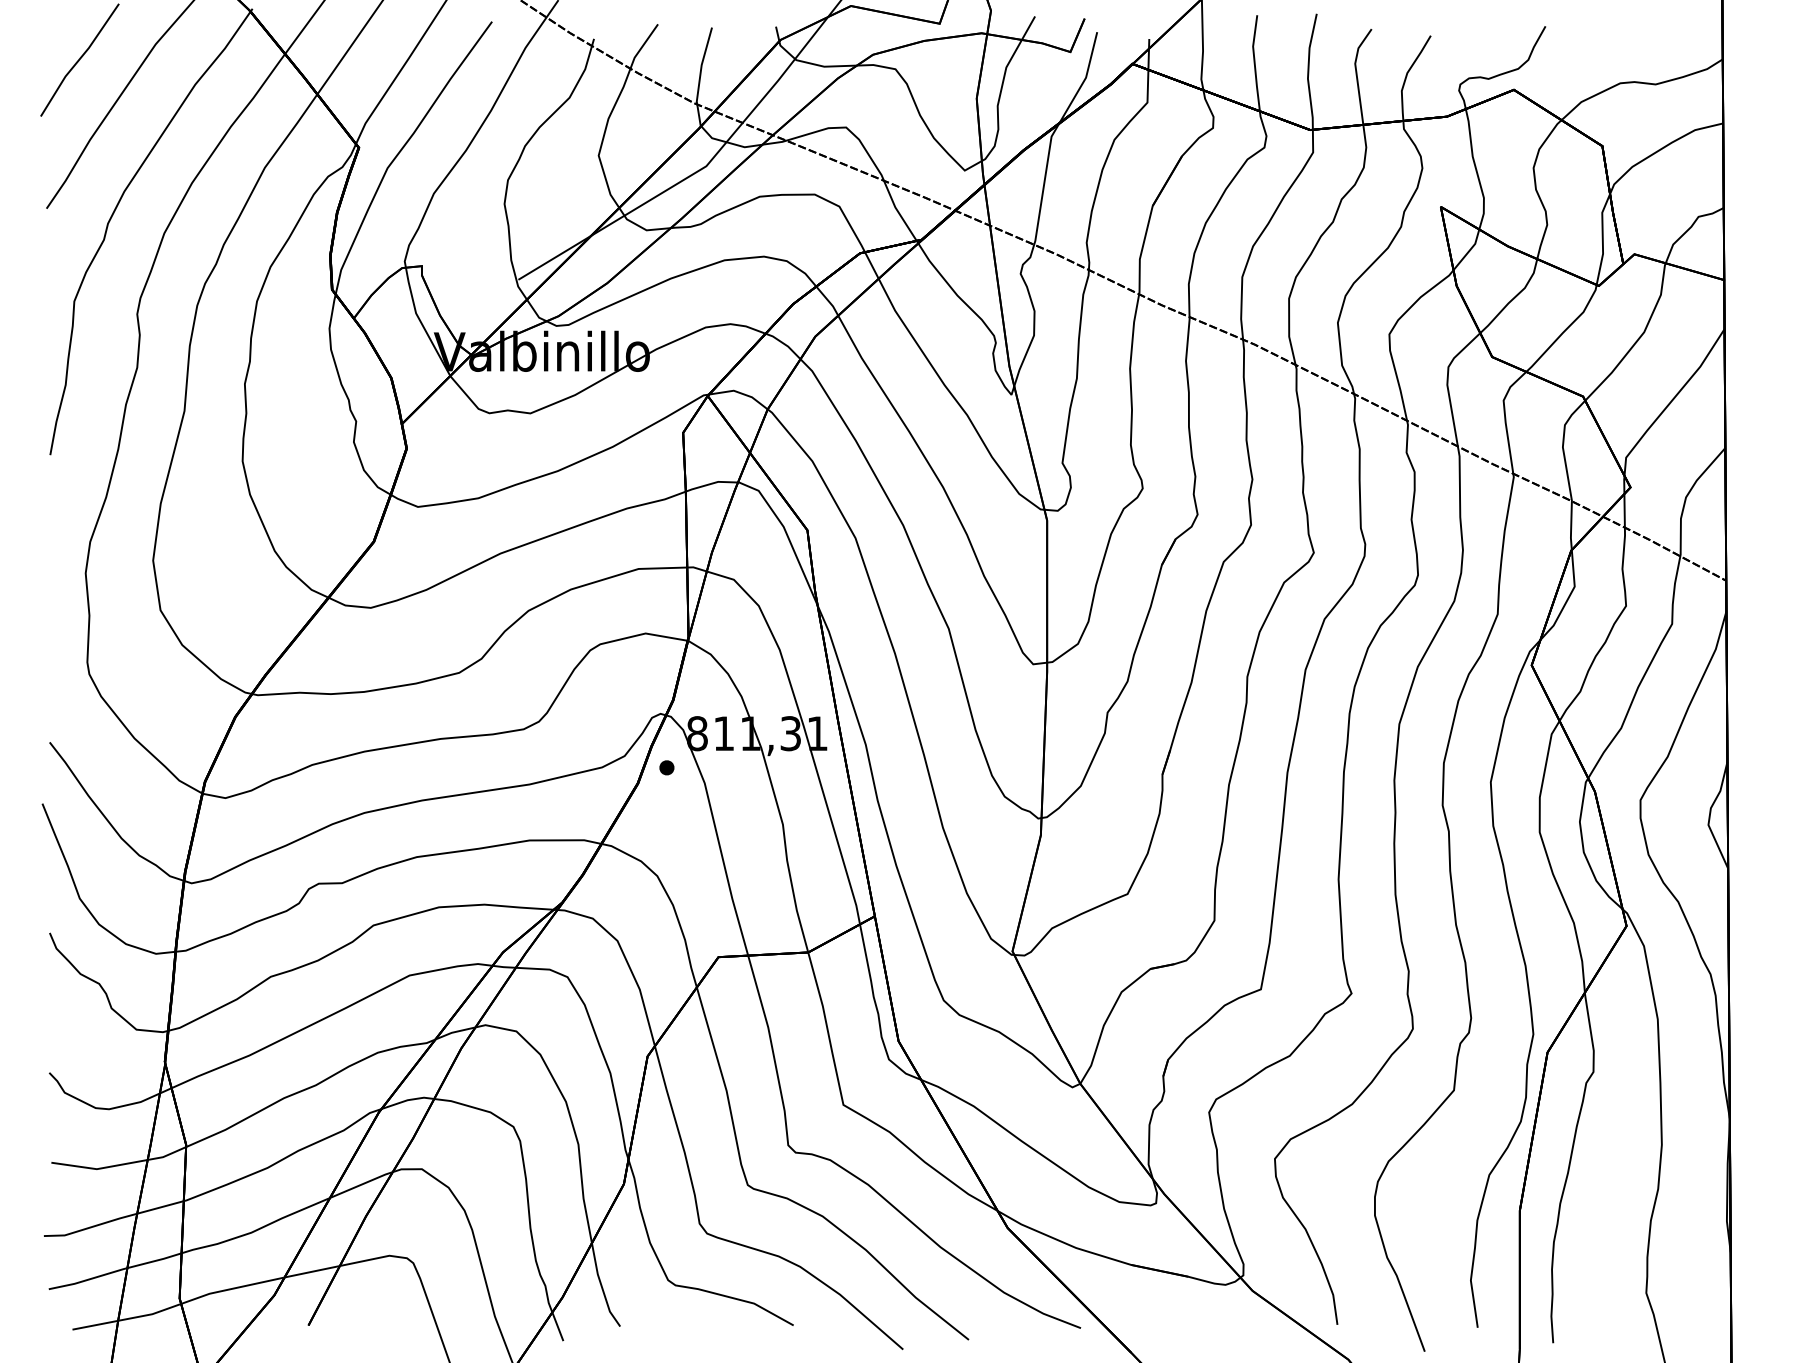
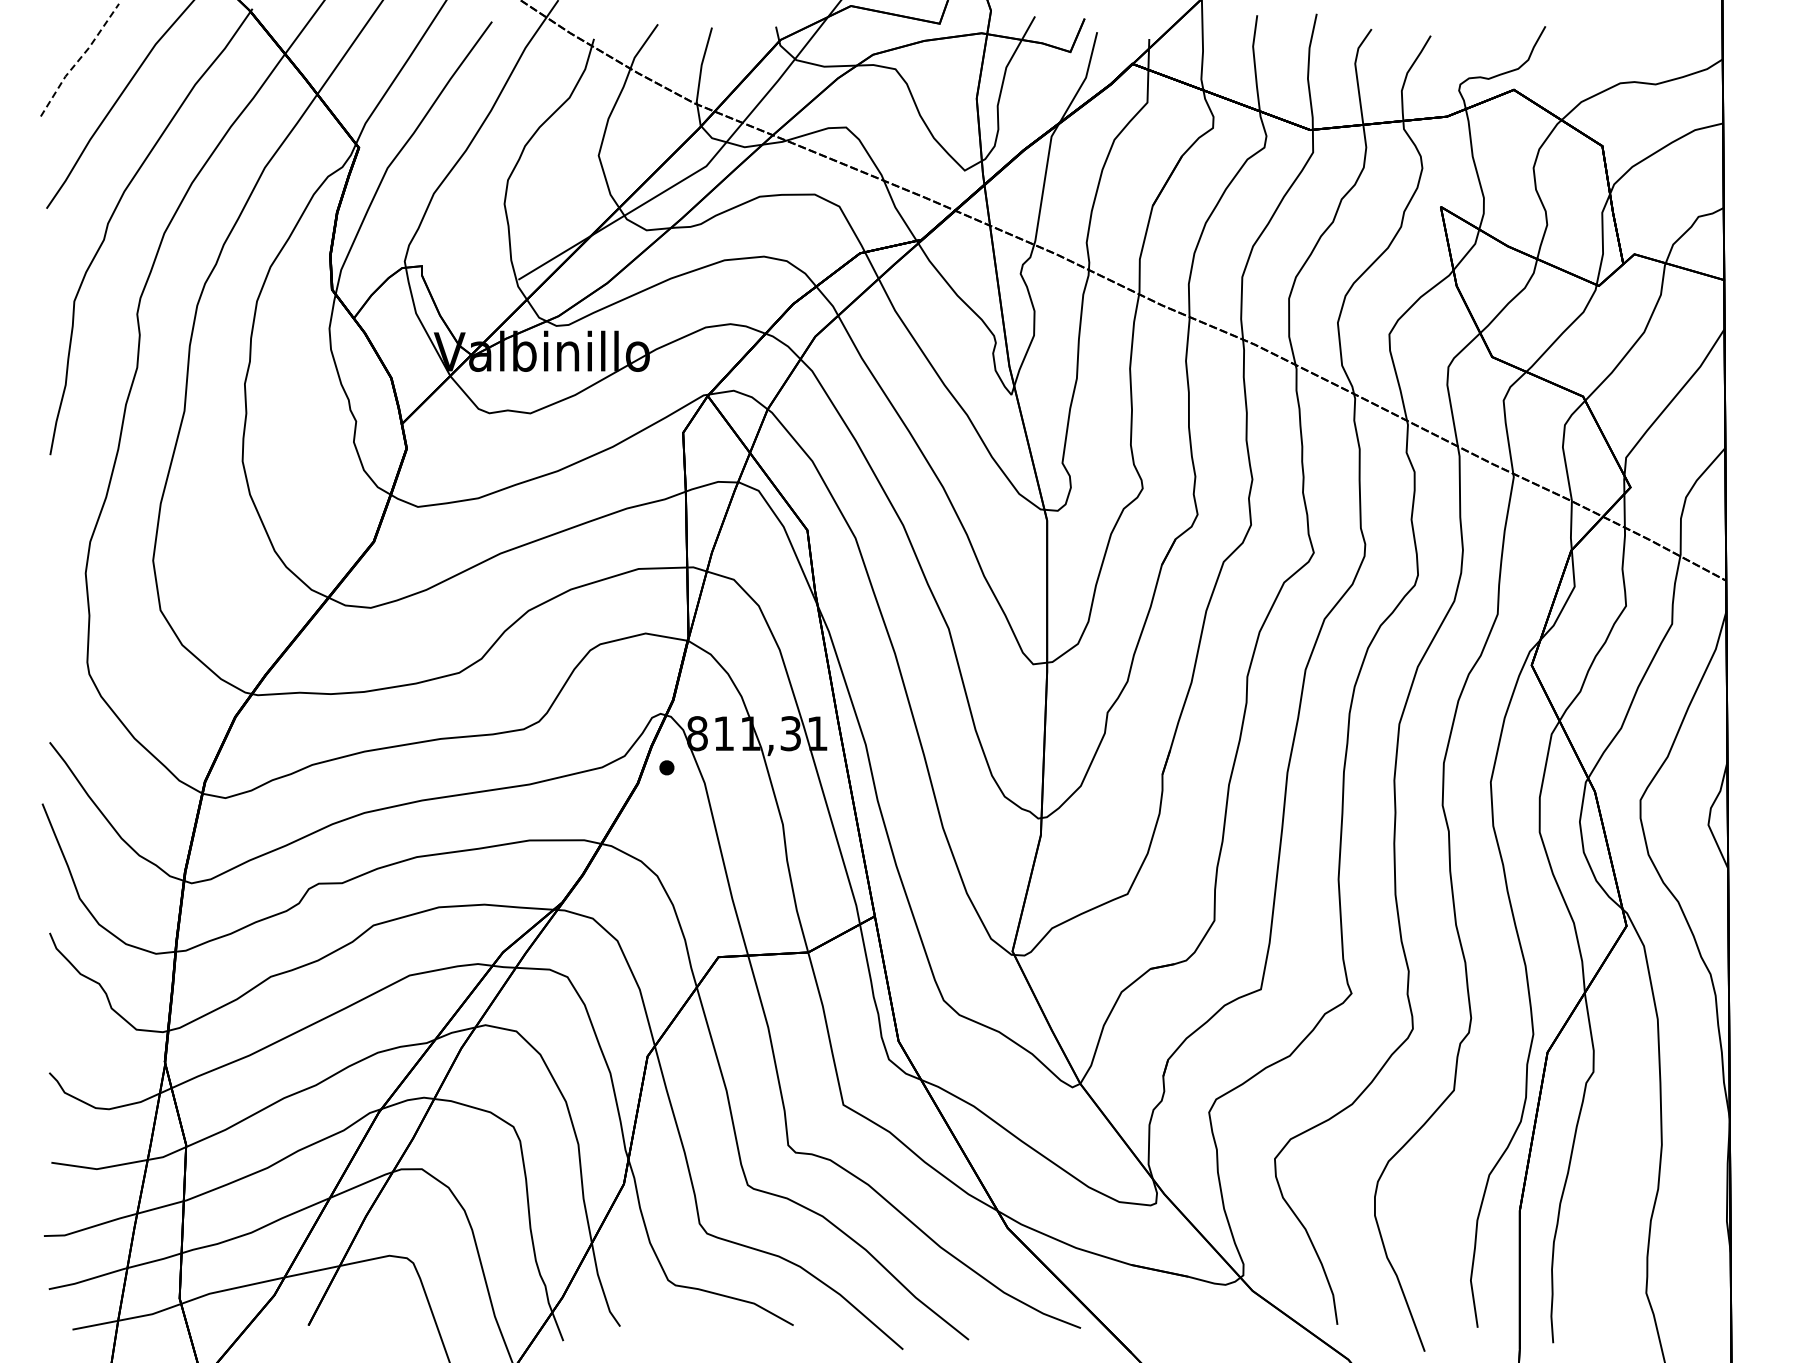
line at (79, 59): solid -> dashed
